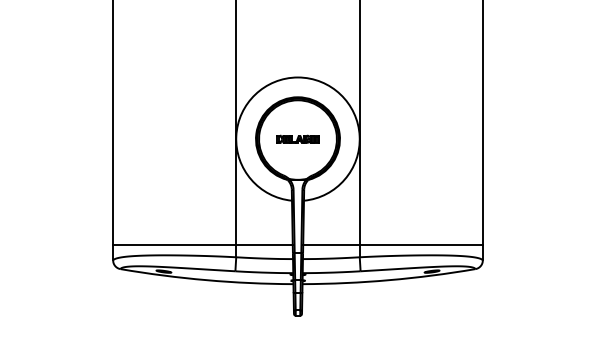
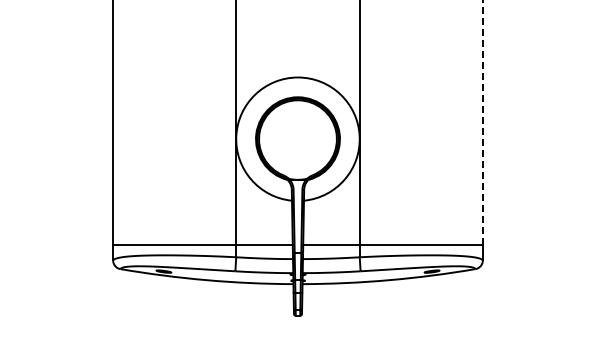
line at (483, 122): solid -> dashed
part at (297, 138): present -> none
